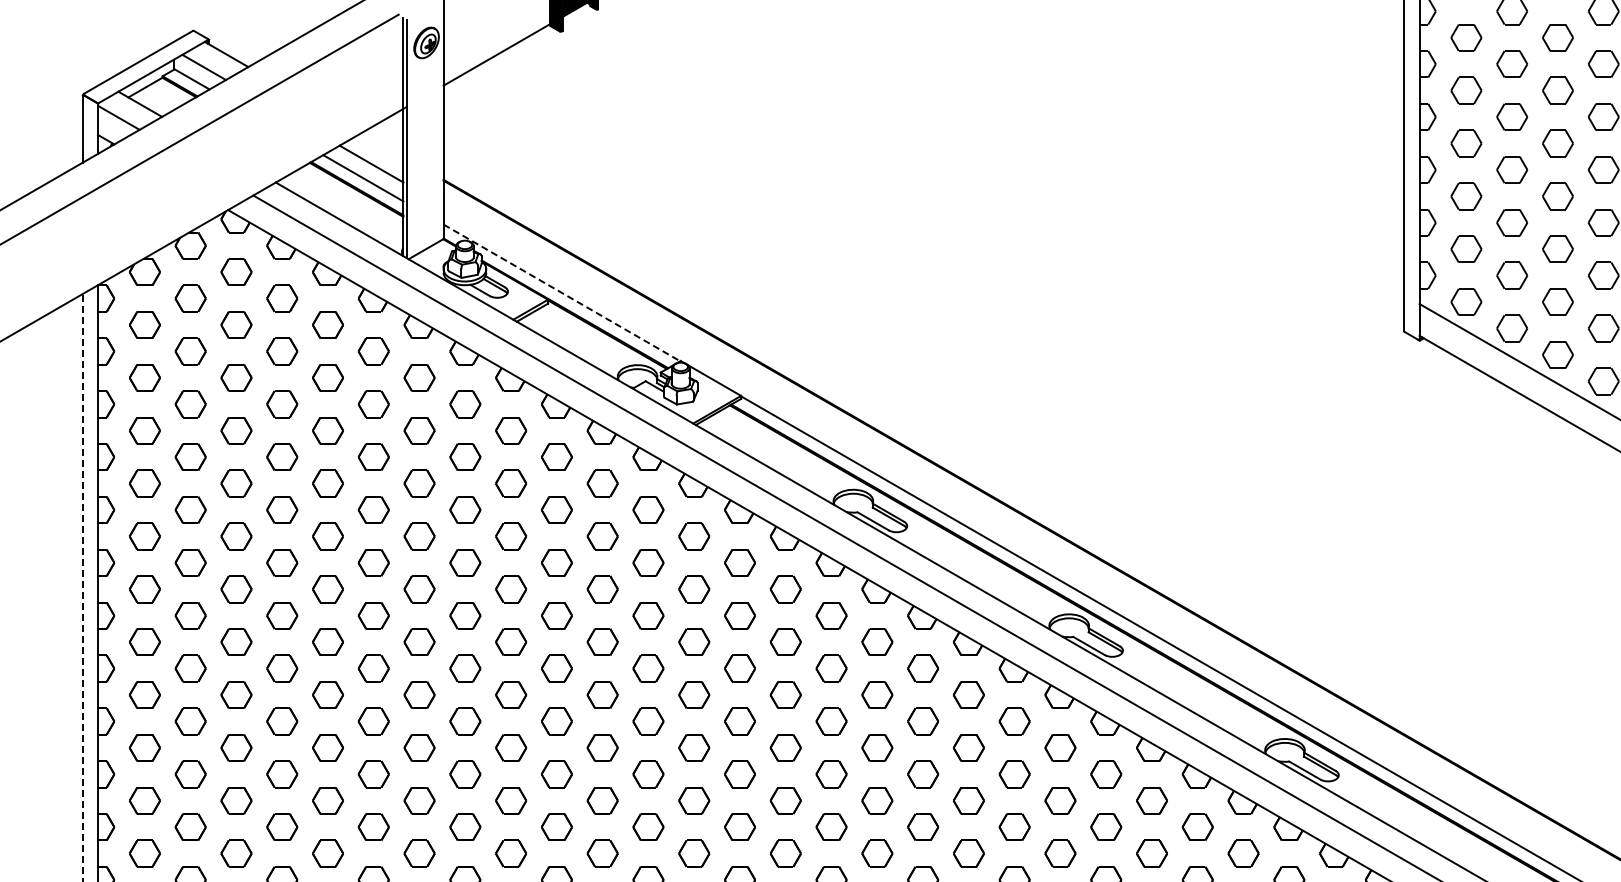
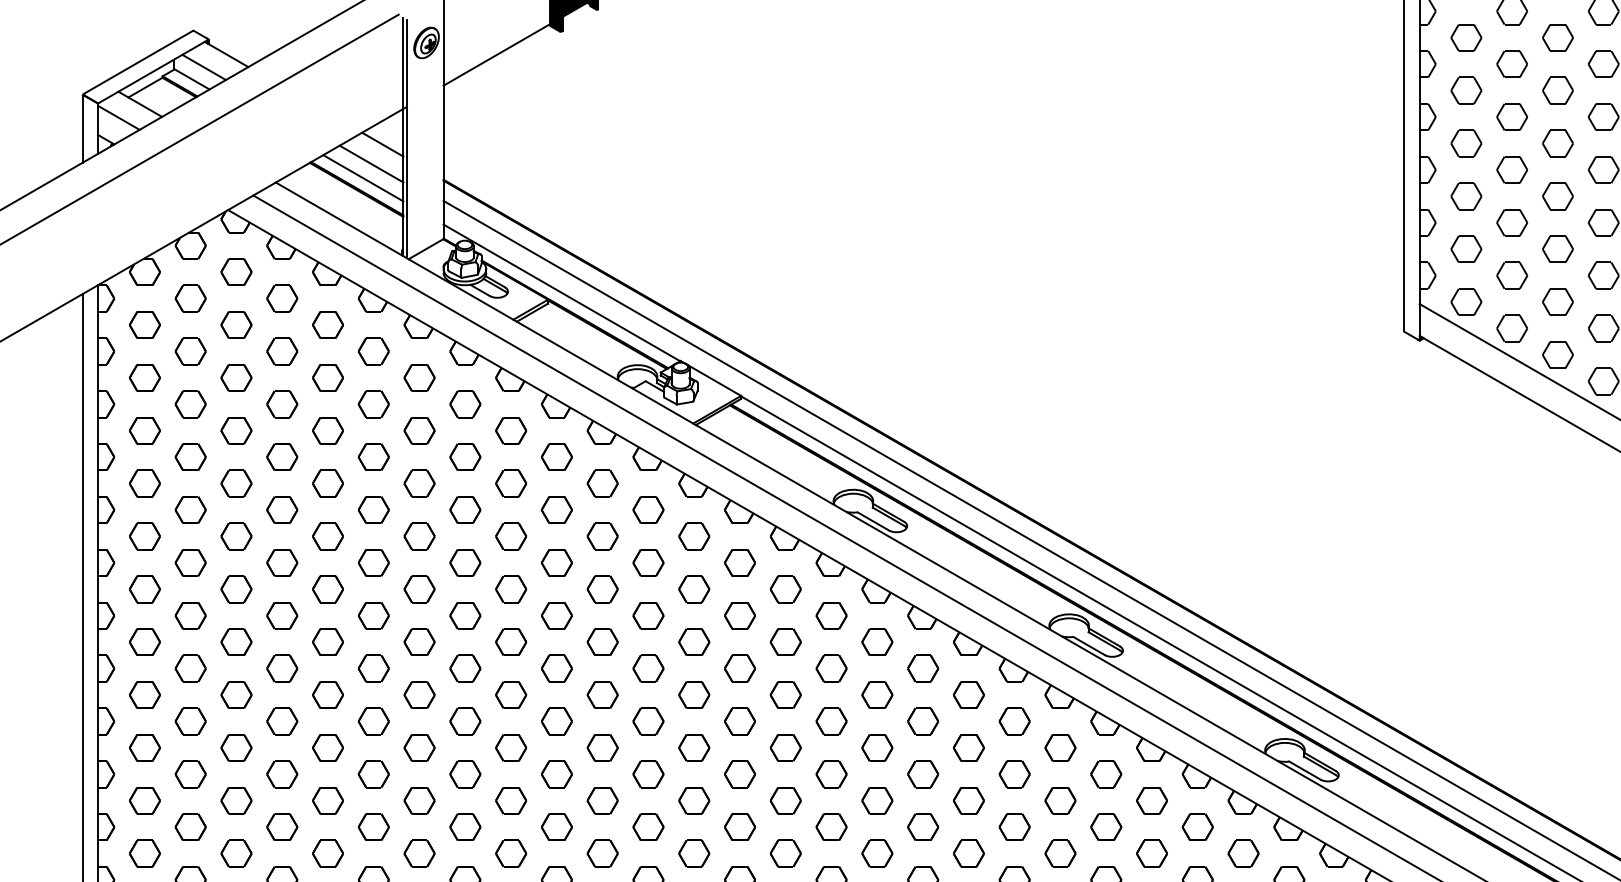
line at (382, 144): none -> present
line at (561, 292): dashed -> solid
line at (1030, 539): none -> present
line at (82, 587): dashed -> solid
